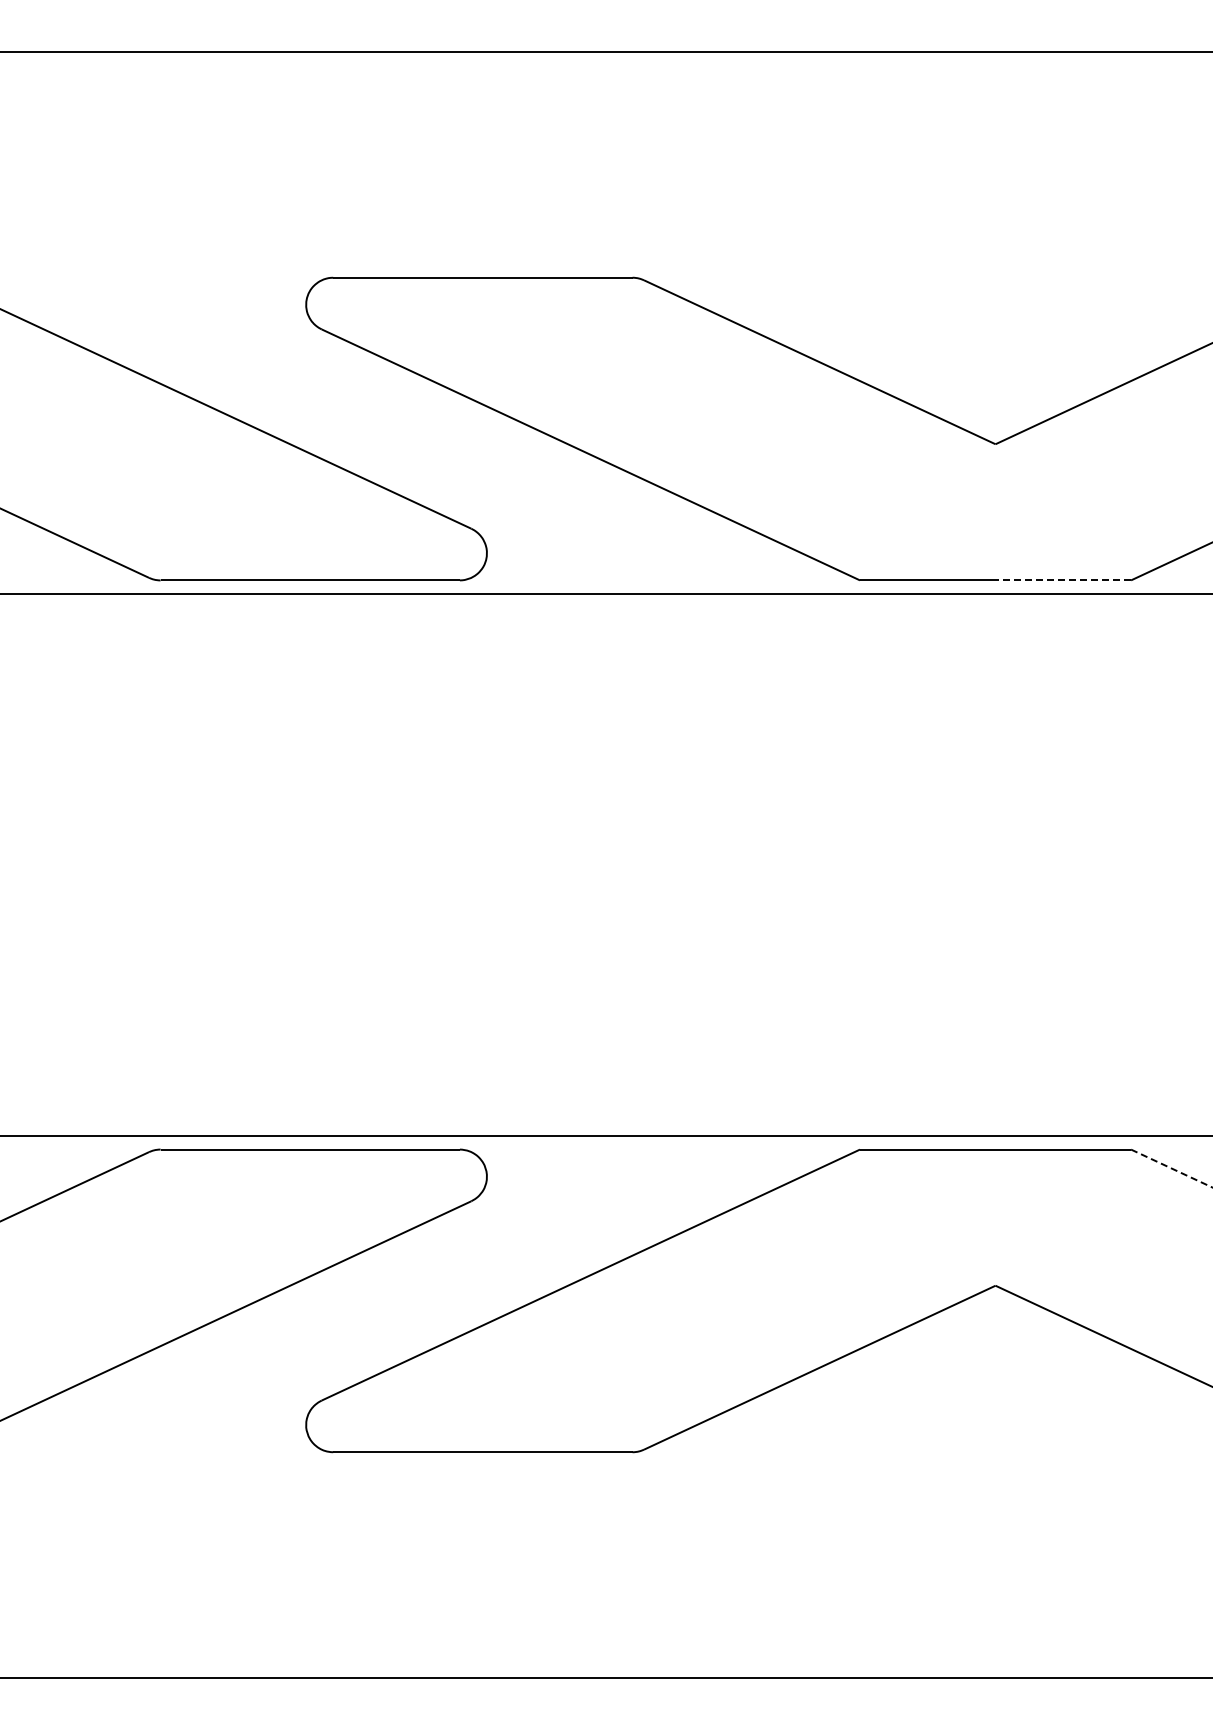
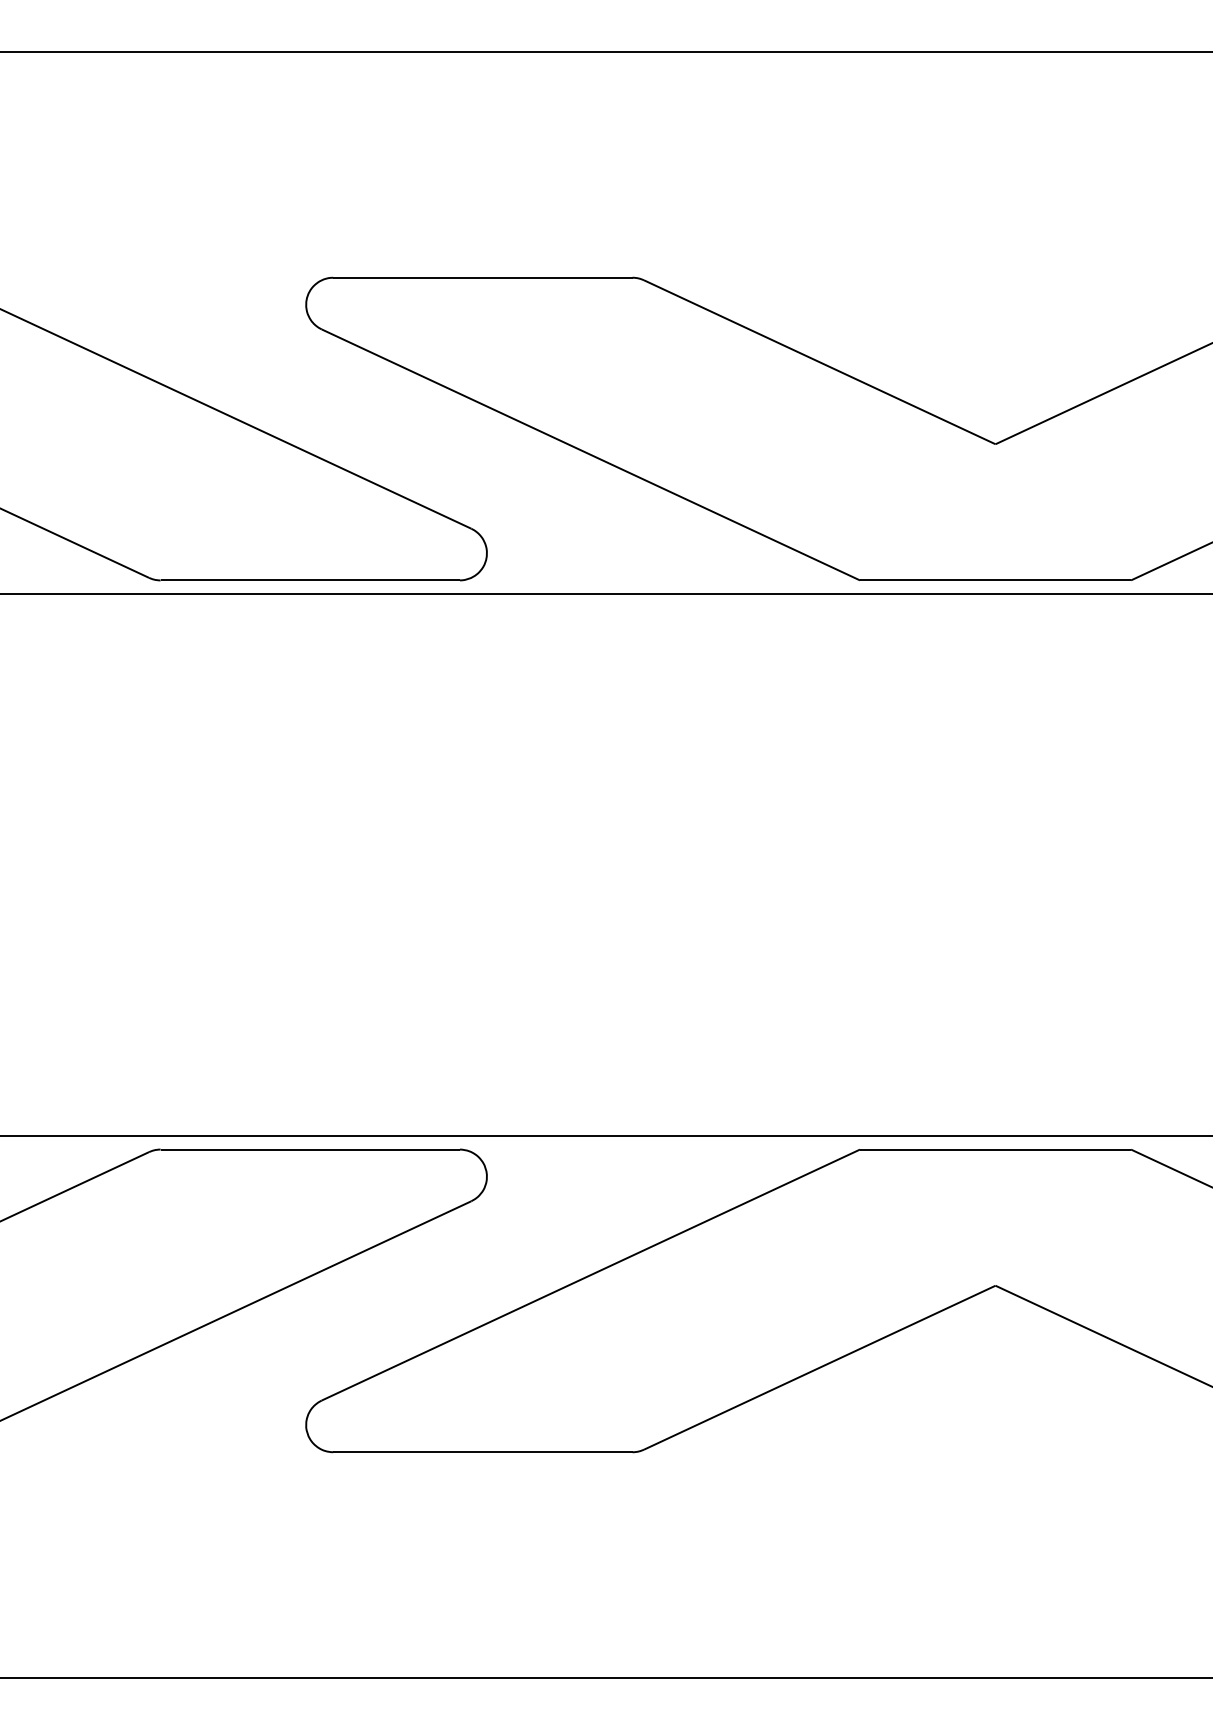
line at (1063, 580): dashed -> solid
line at (1171, 1168): dashed -> solid
